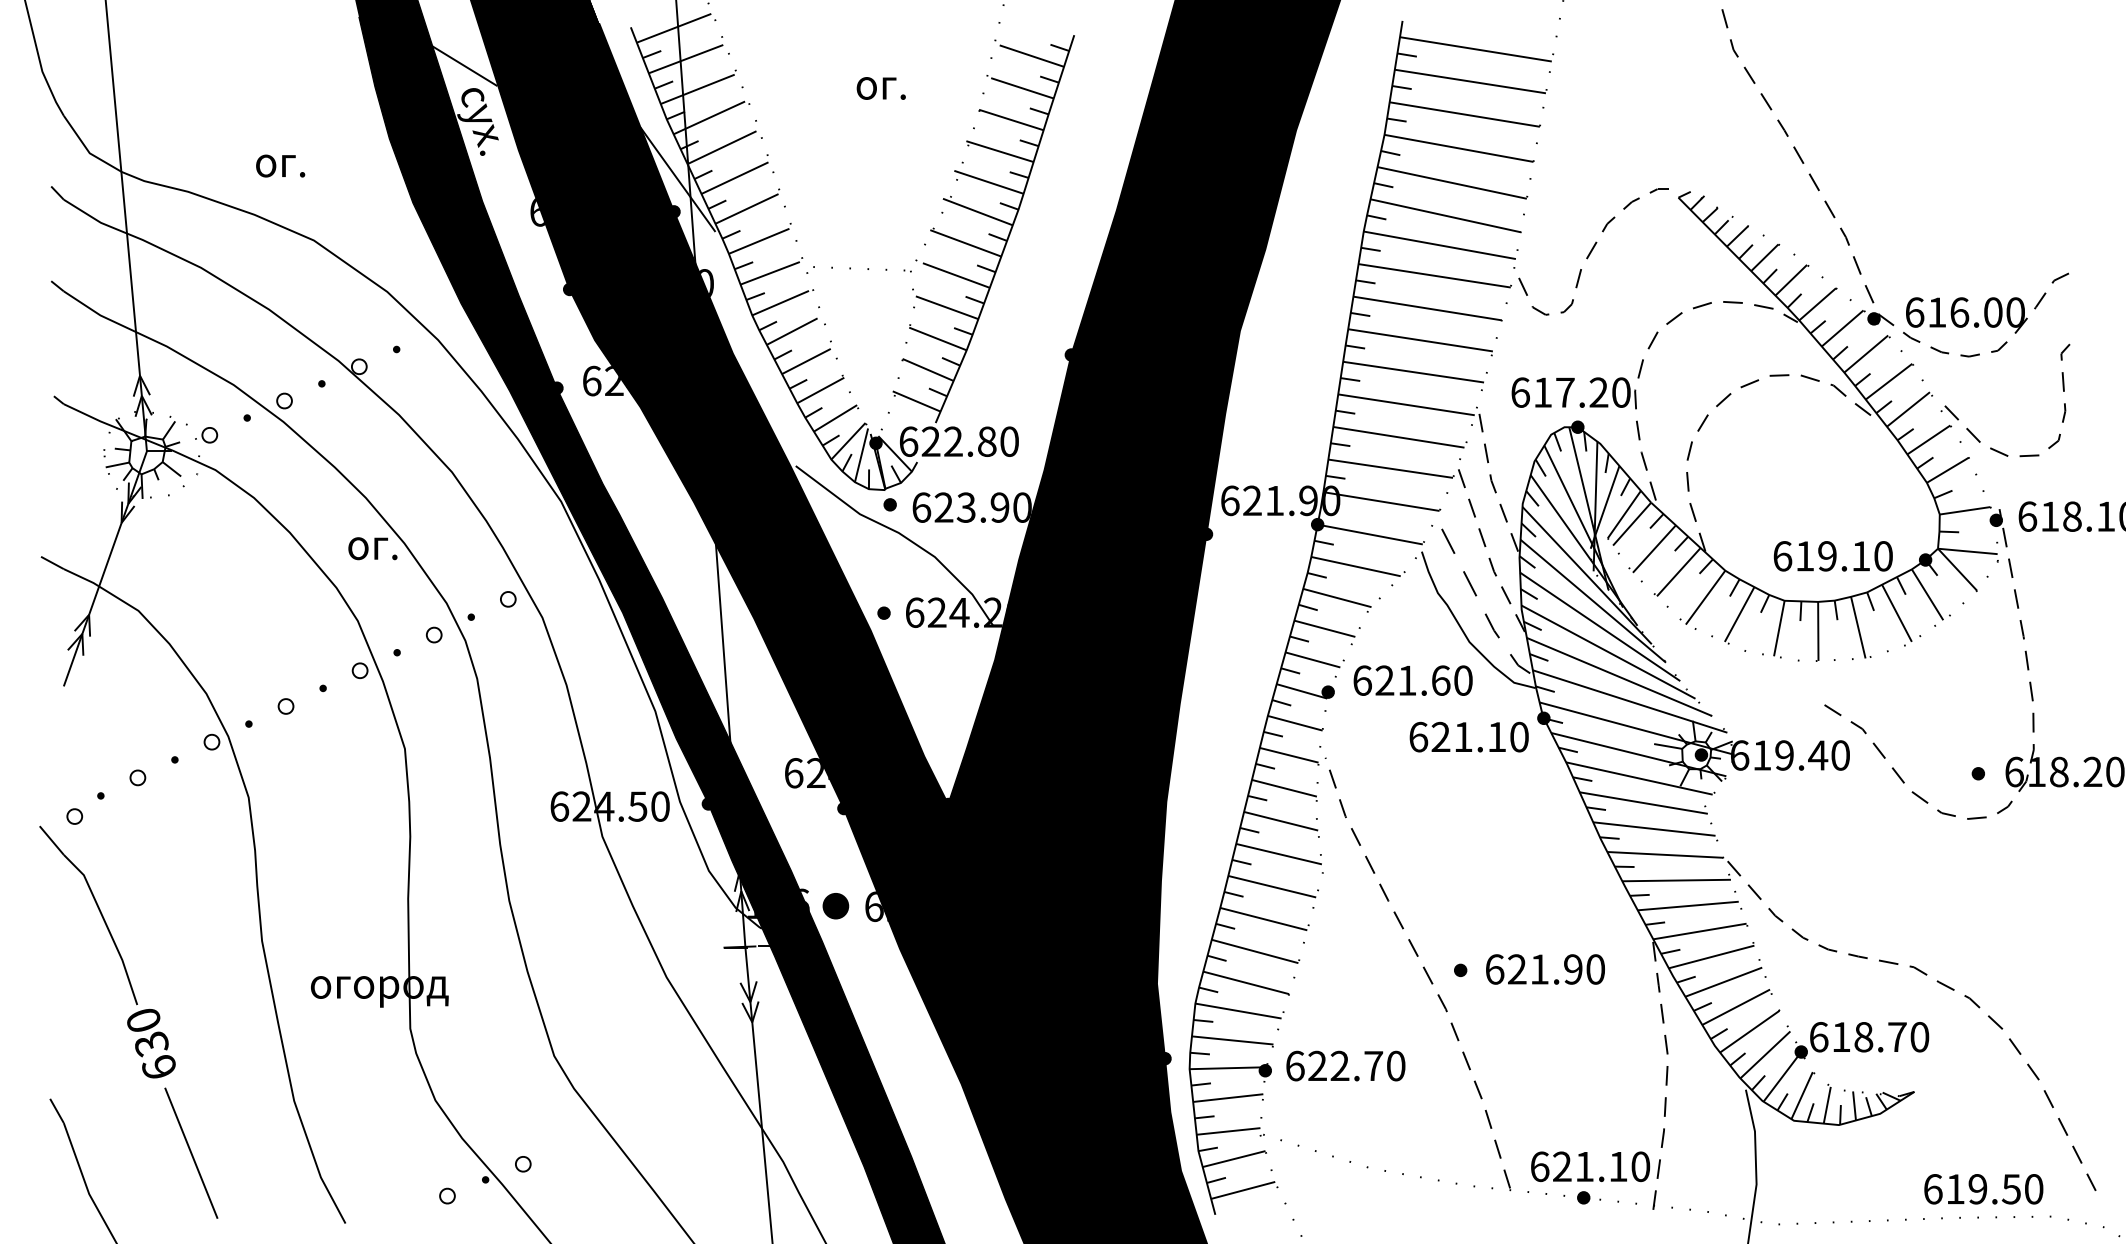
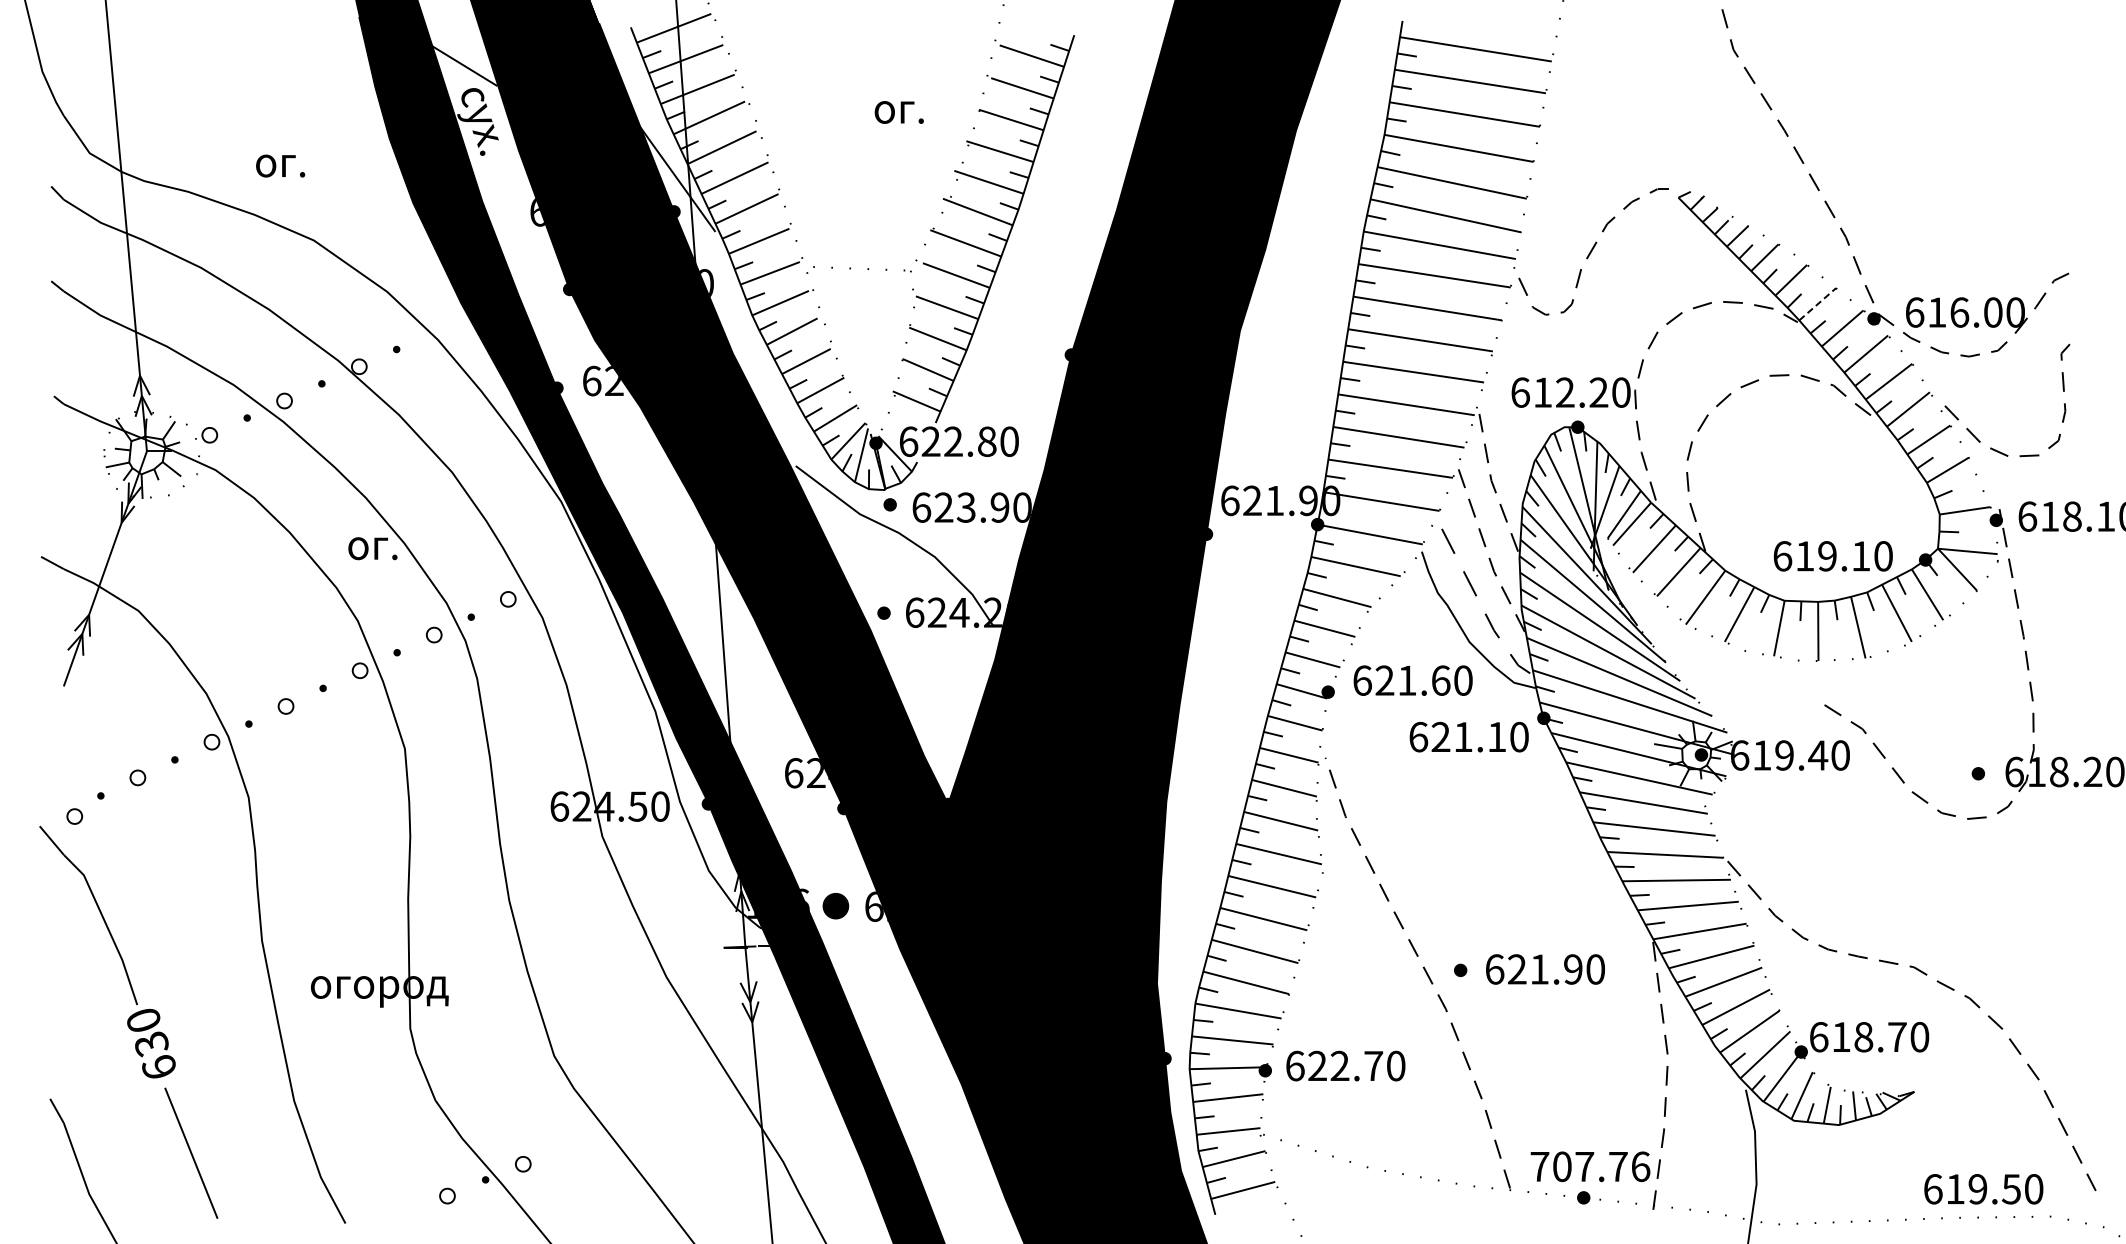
text at (880, 88) position: (880, 88) -> (898, 112)
line at (1818, 304): solid -> dashed
text at (1565, 392): 617.20 -> 612.20
text at (1590, 1166): 621.10 -> 707.76
